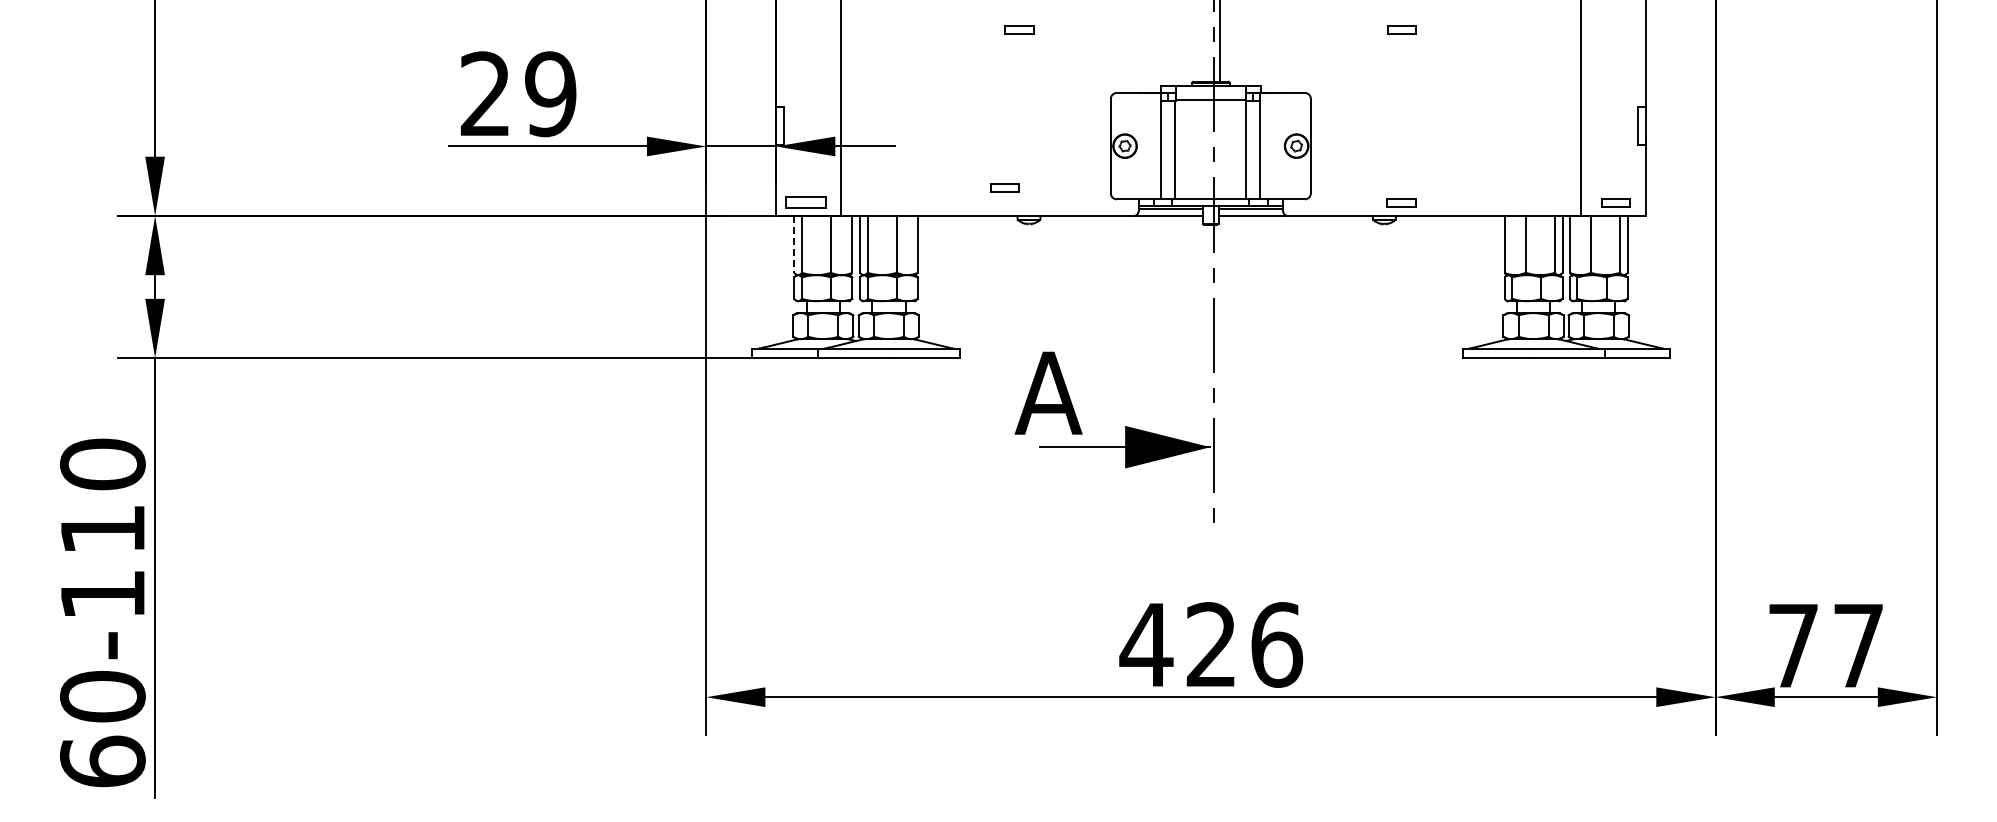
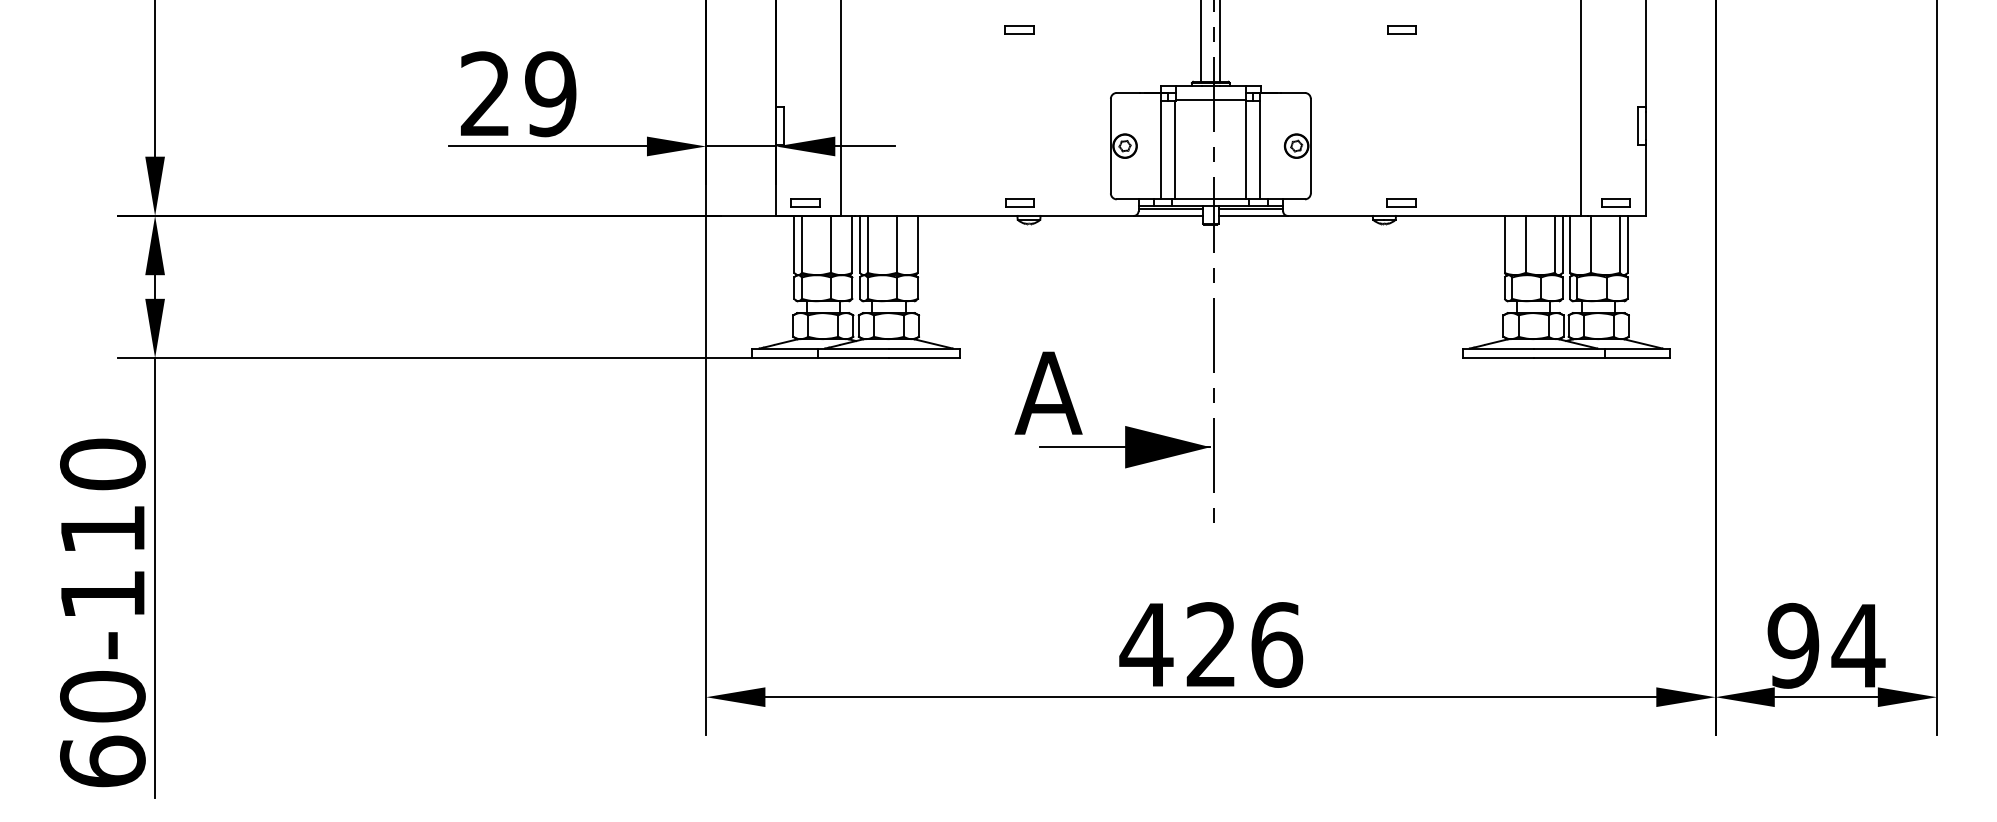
line at (1201, 41): none -> present
part at (1004, 187) position: (1004, 187) -> (1019, 202)
part at (805, 202) size: 42x13 px -> 31x10 px
line at (794, 244): dashed -> solid
text at (1826, 645): 77 -> 94
